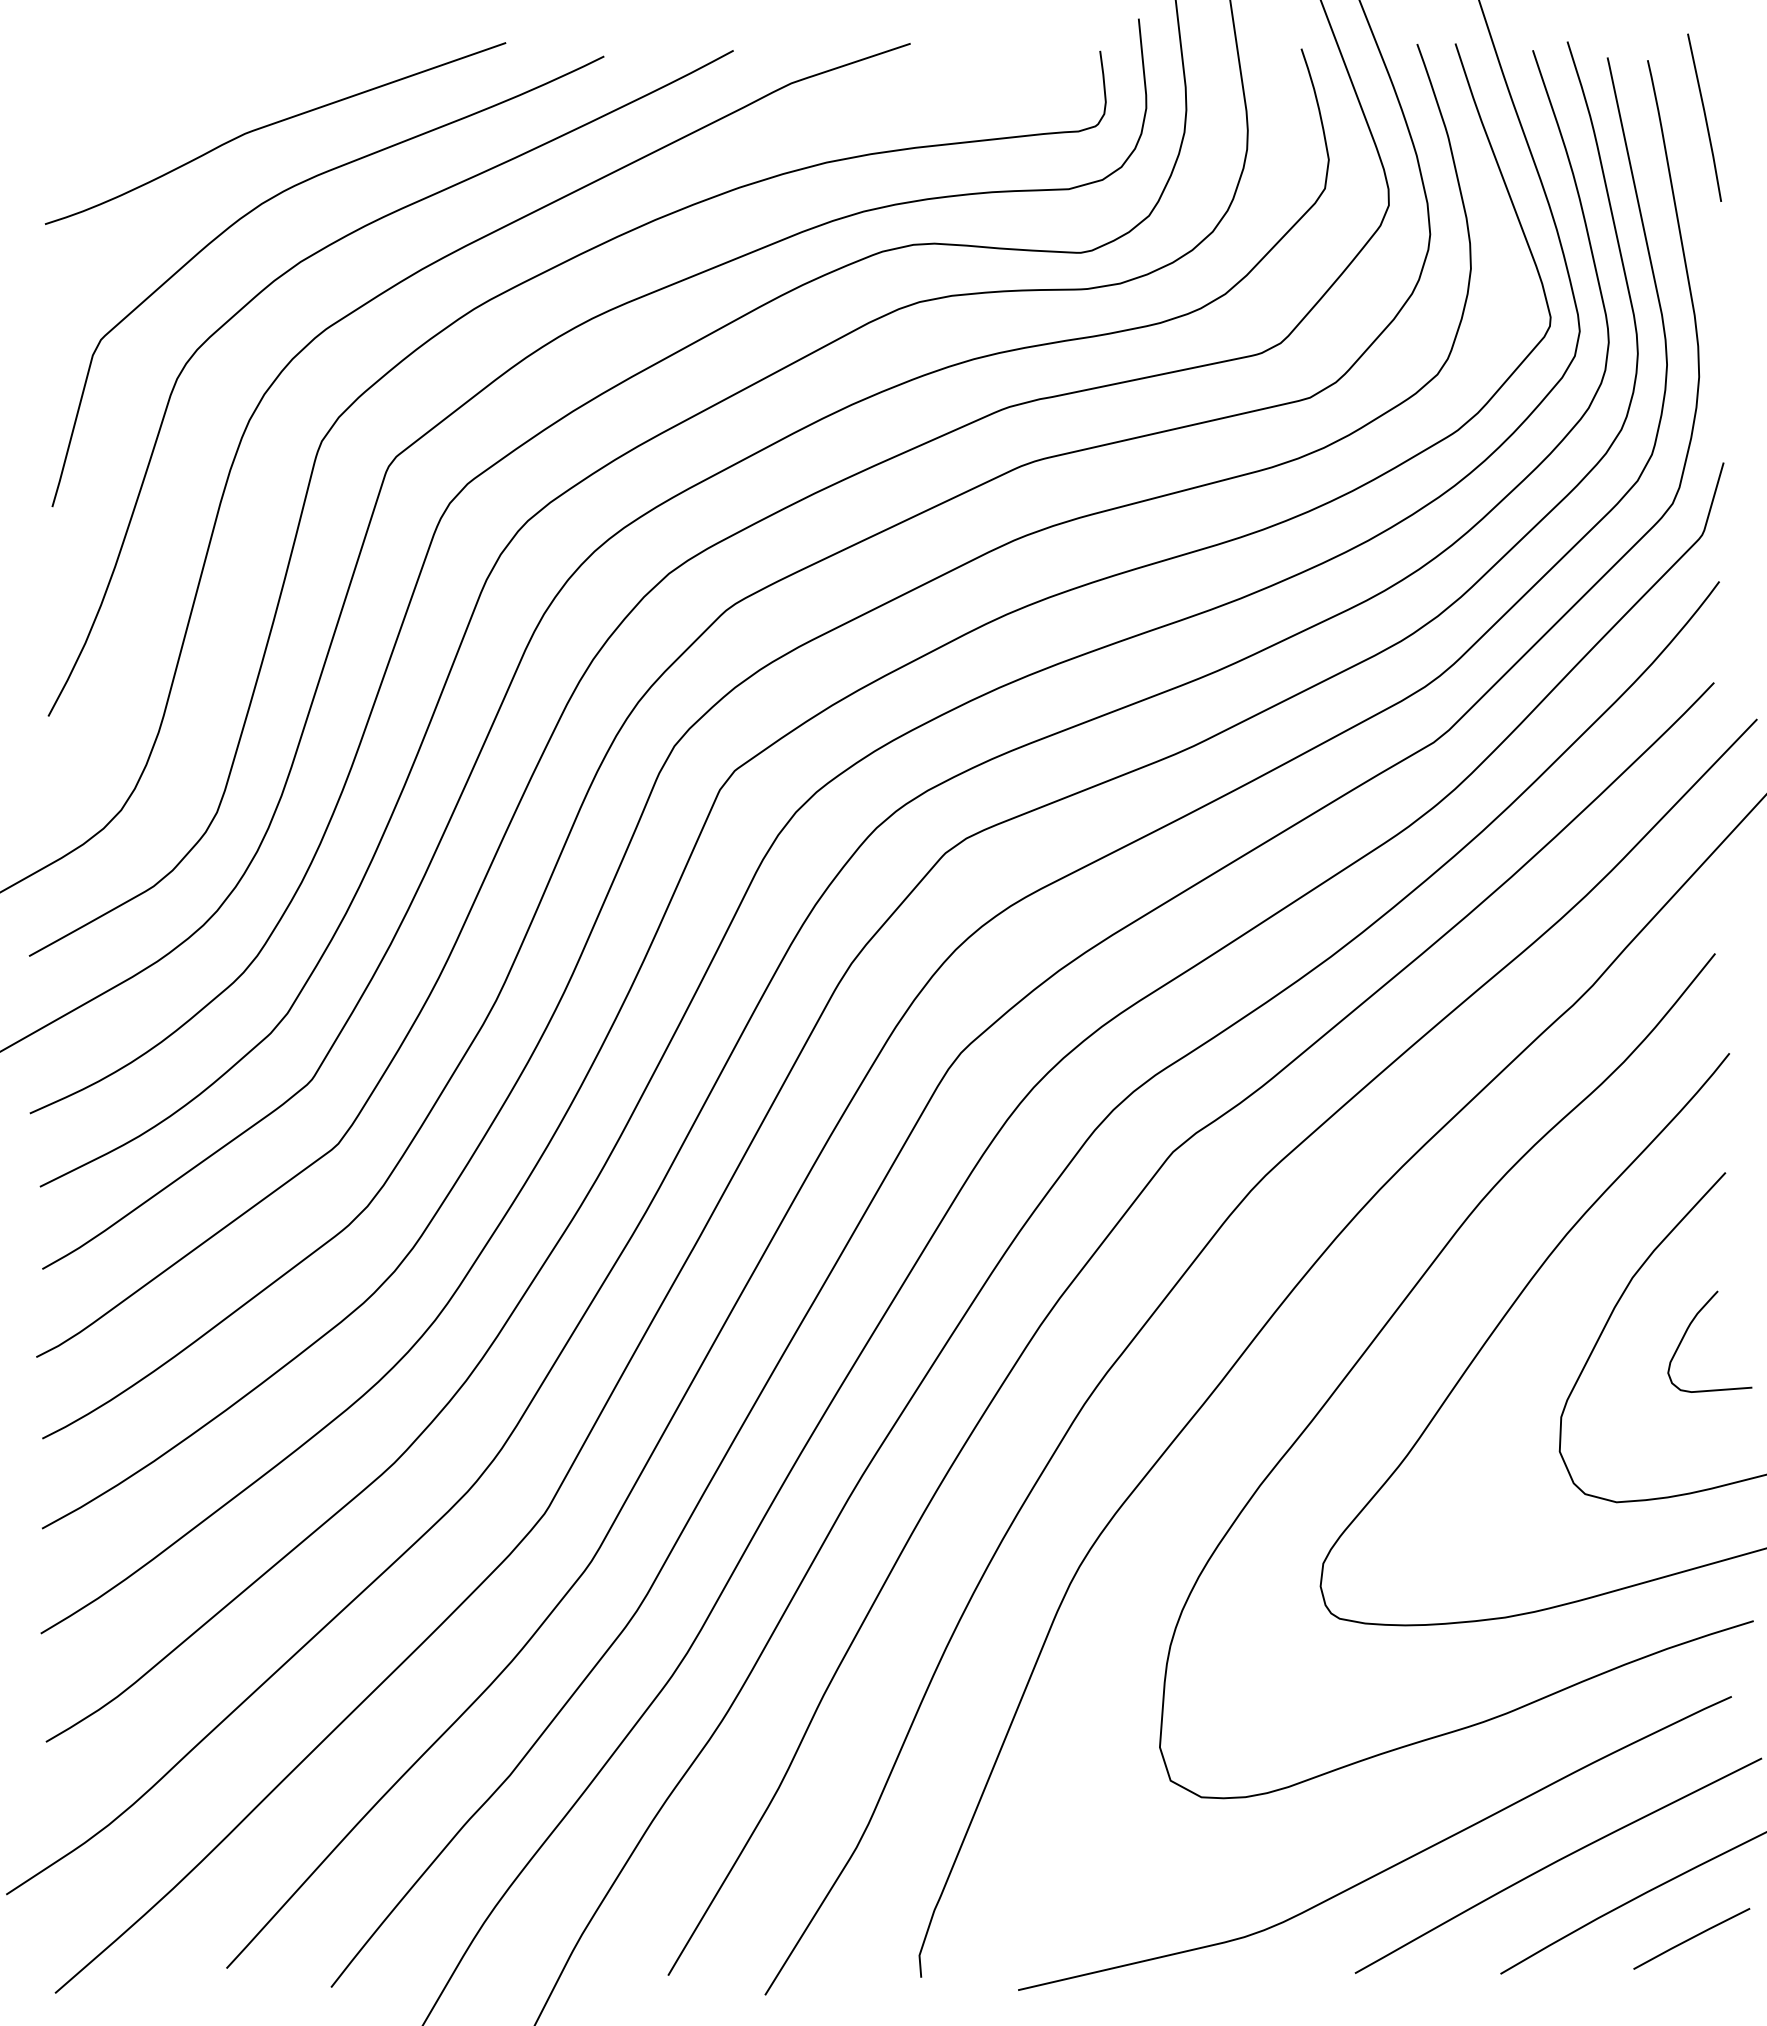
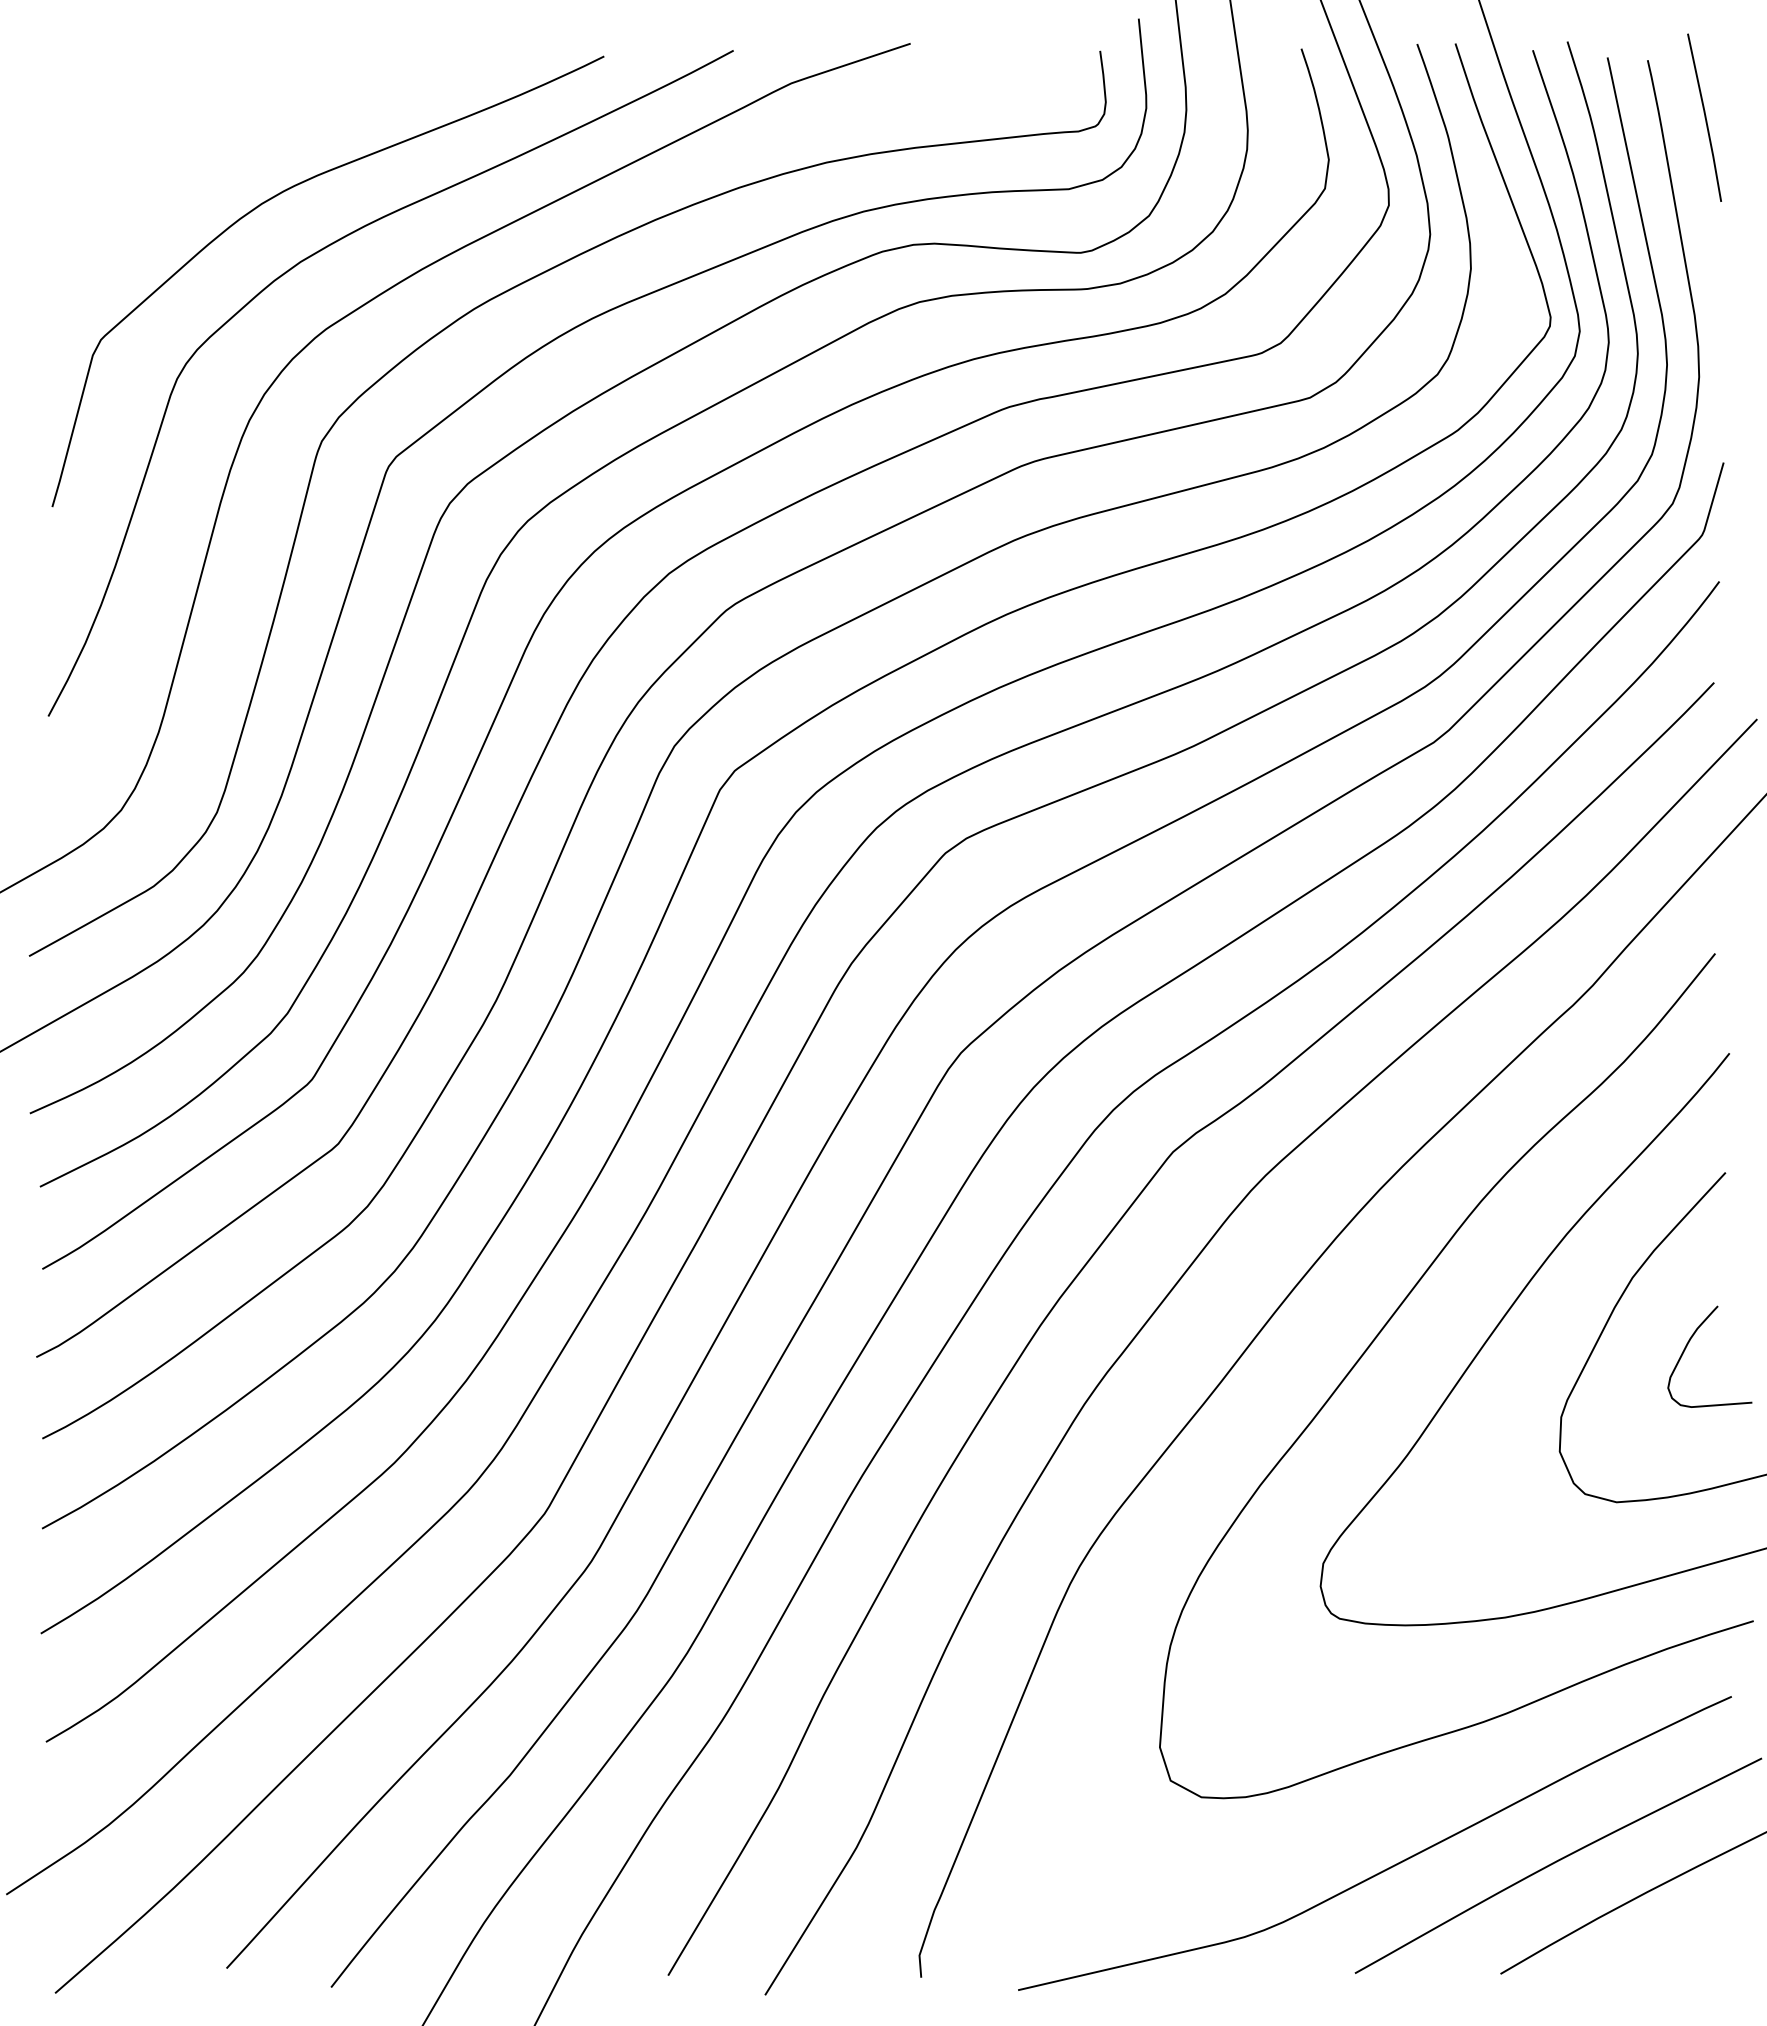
curve at (271, 125): present -> none
curve at (1687, 1331) position: (1687, 1331) -> (1687, 1346)
line at (1691, 1938): present -> none
